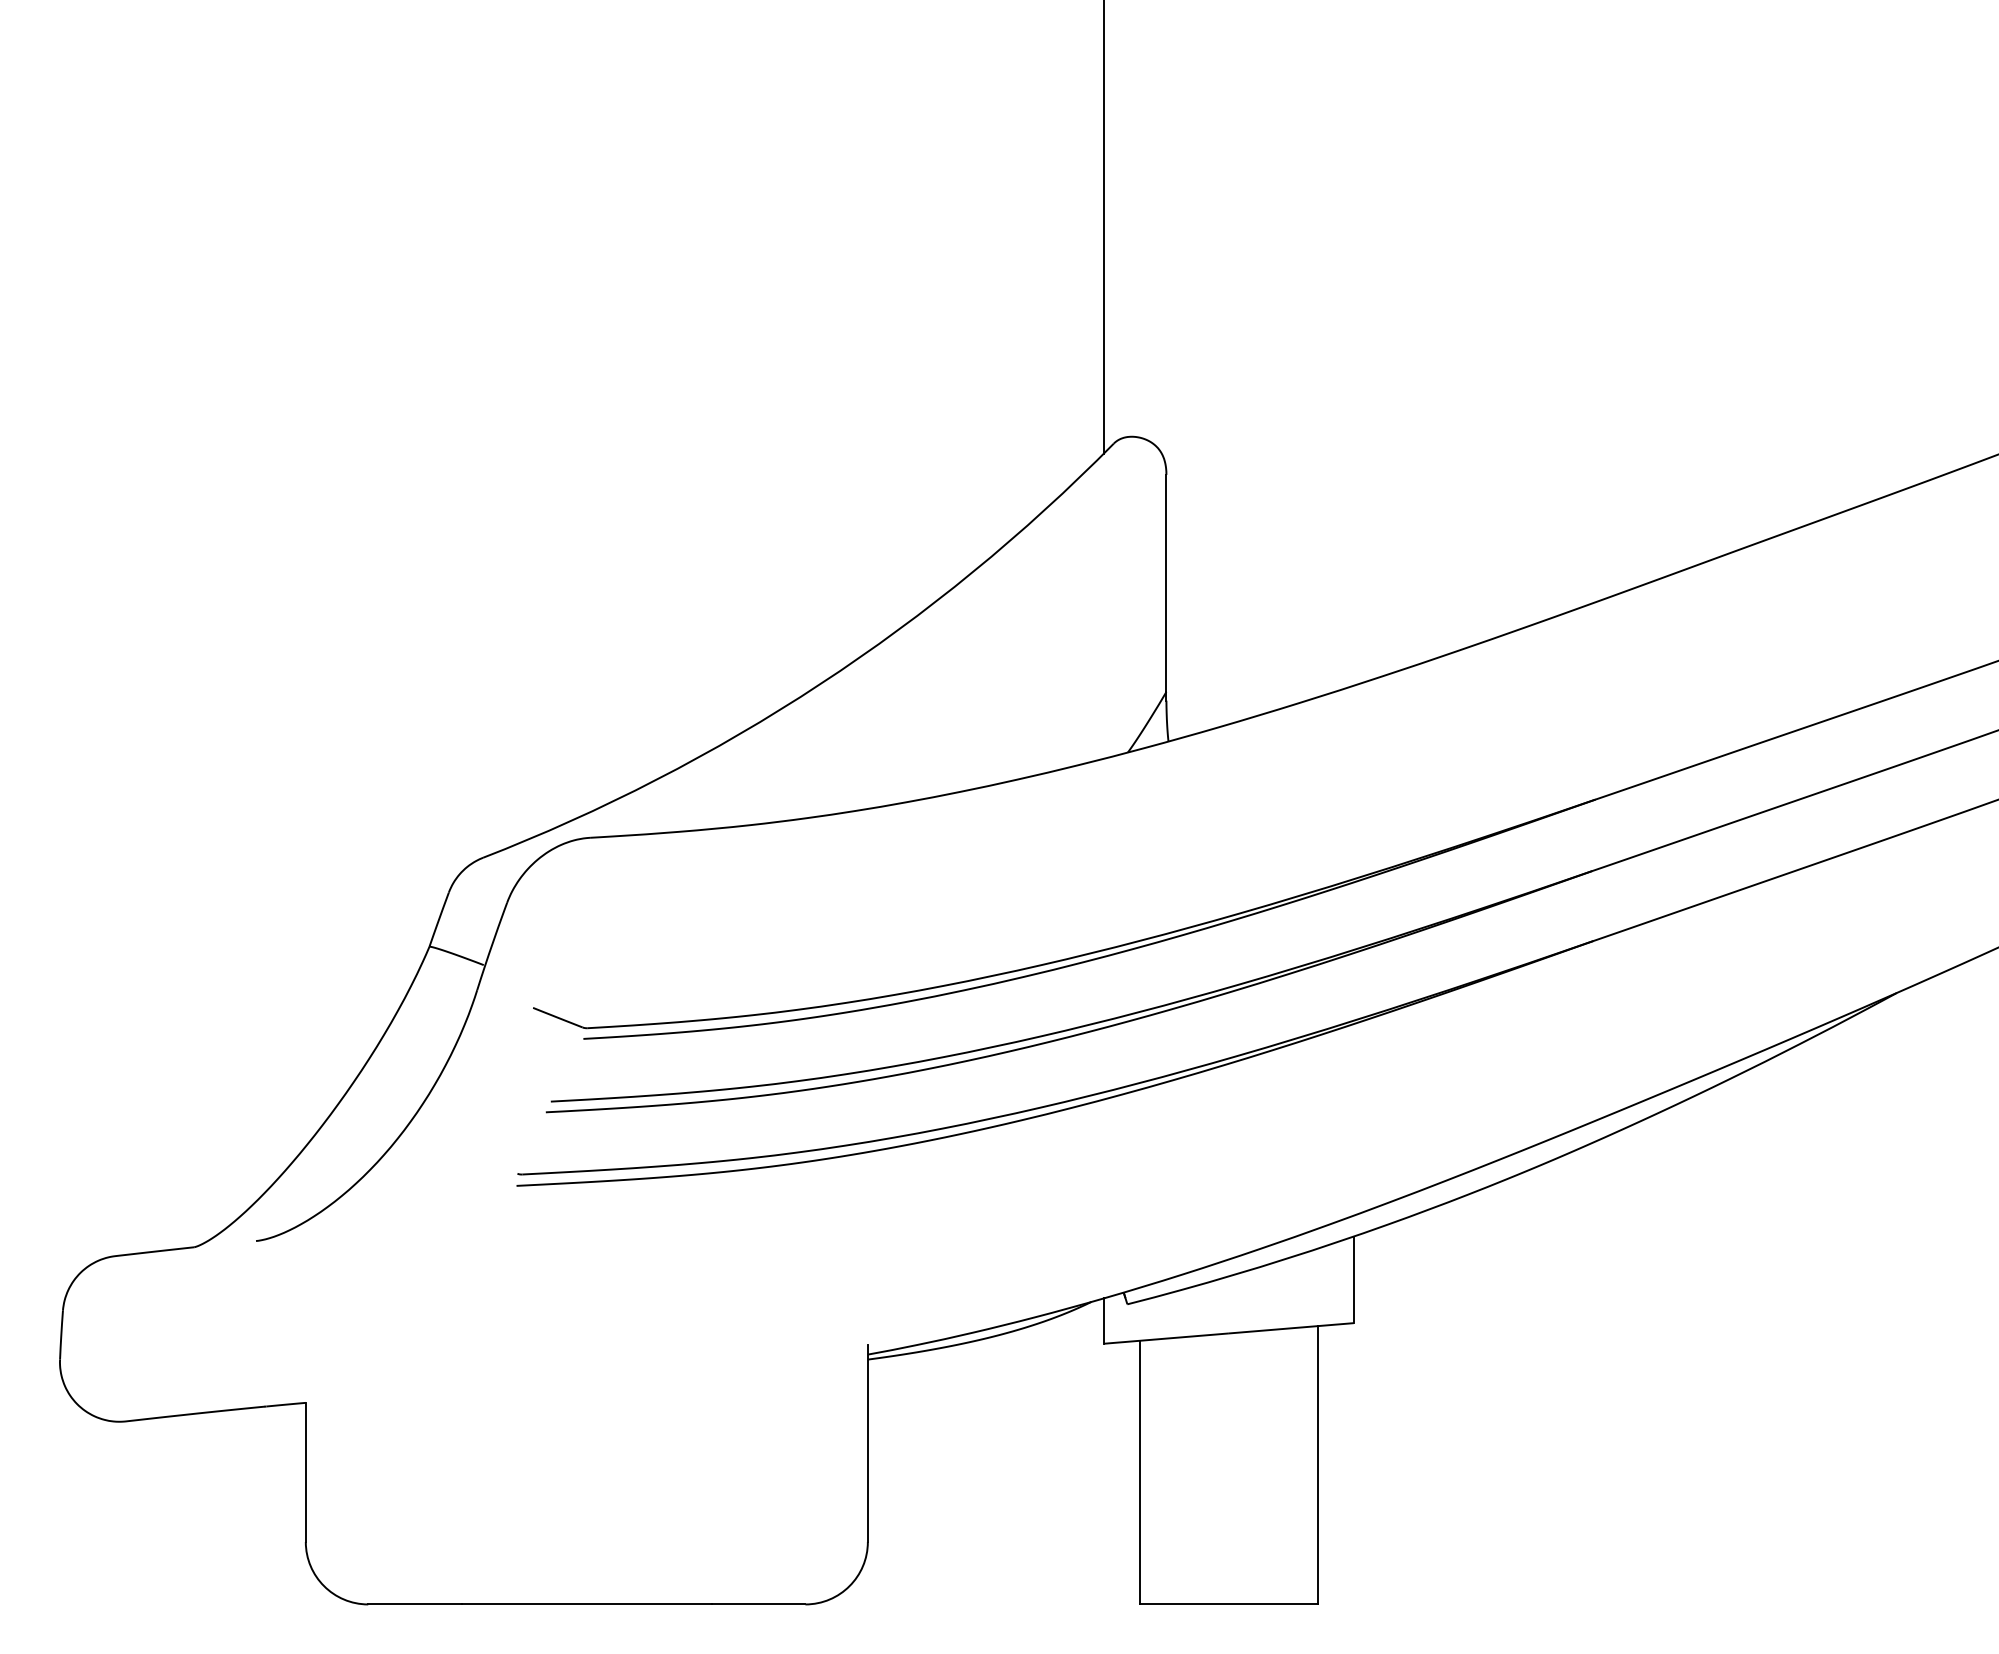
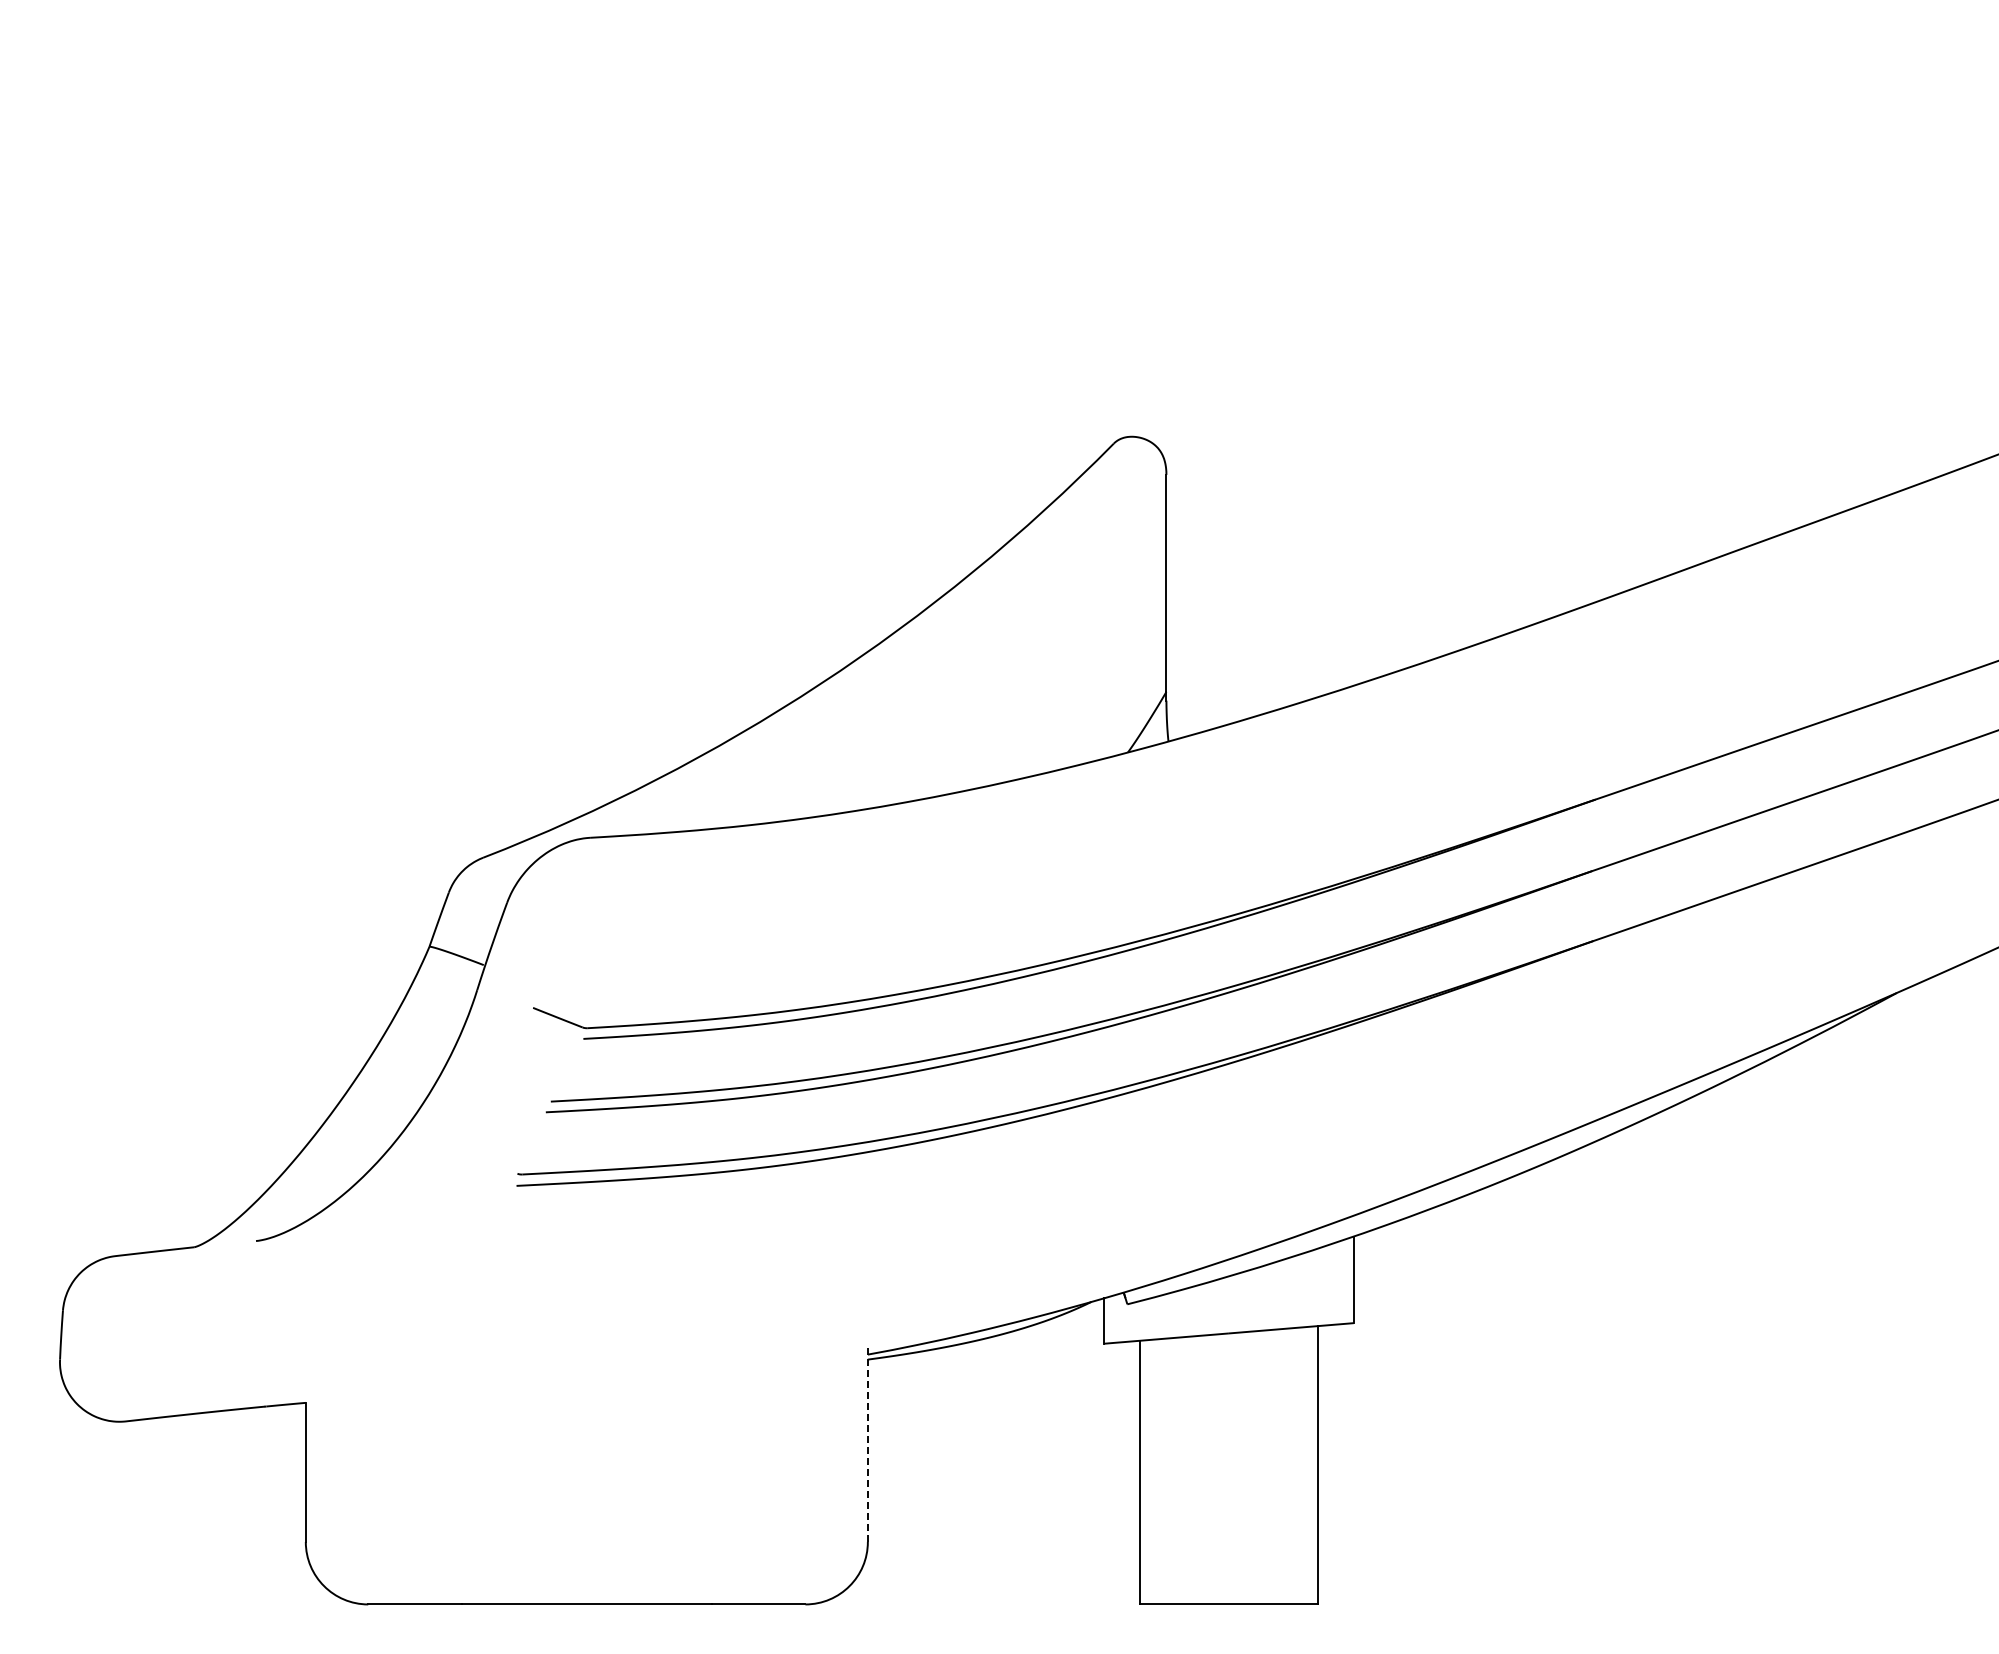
line at (1104, 227): present -> none
line at (867, 1443): solid -> dashed
